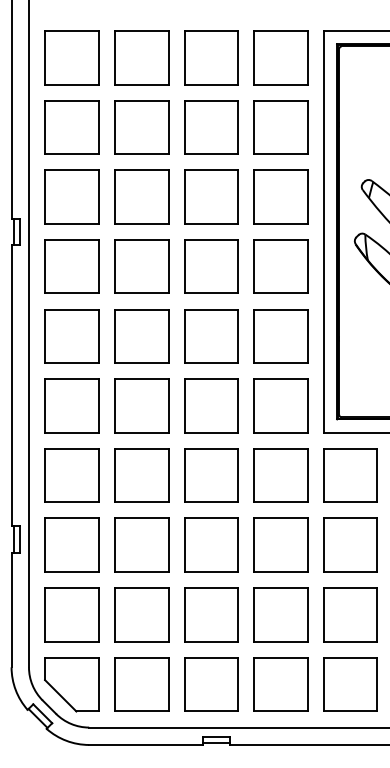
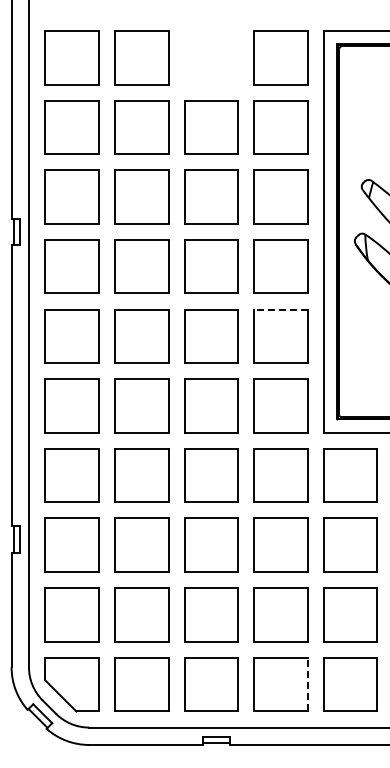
part at (211, 57): present -> none
line at (280, 309): solid -> dashed
line at (307, 684): solid -> dashed
